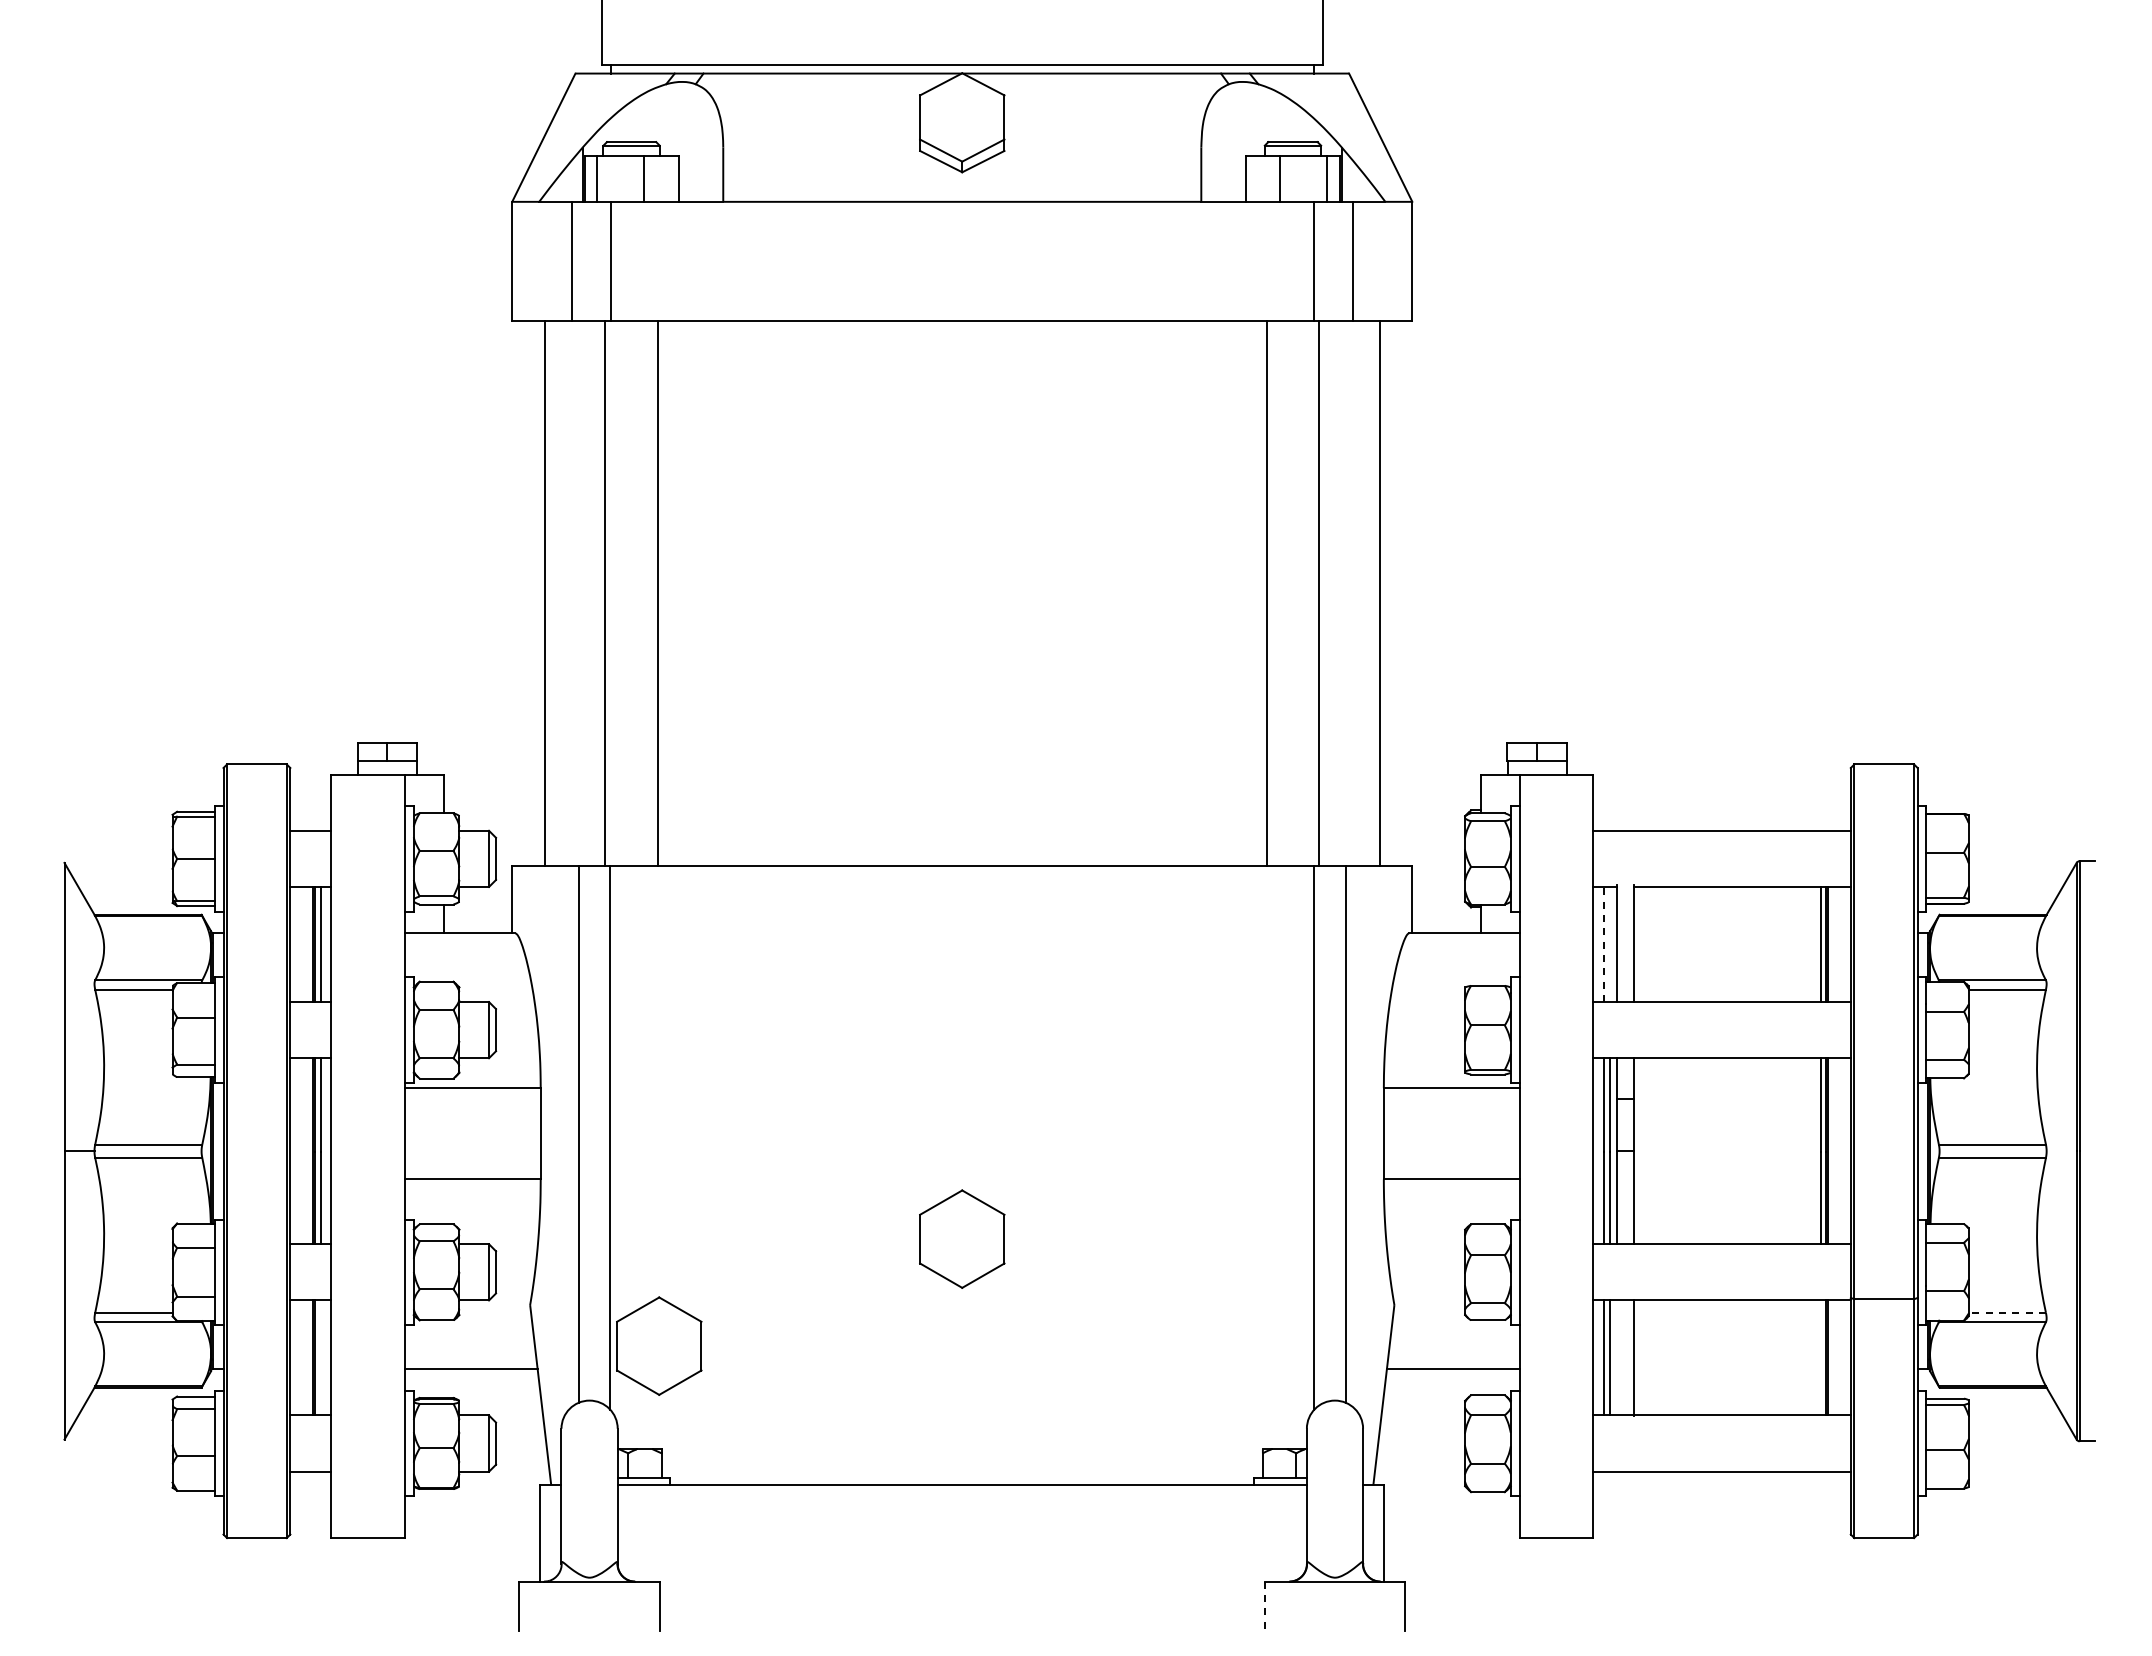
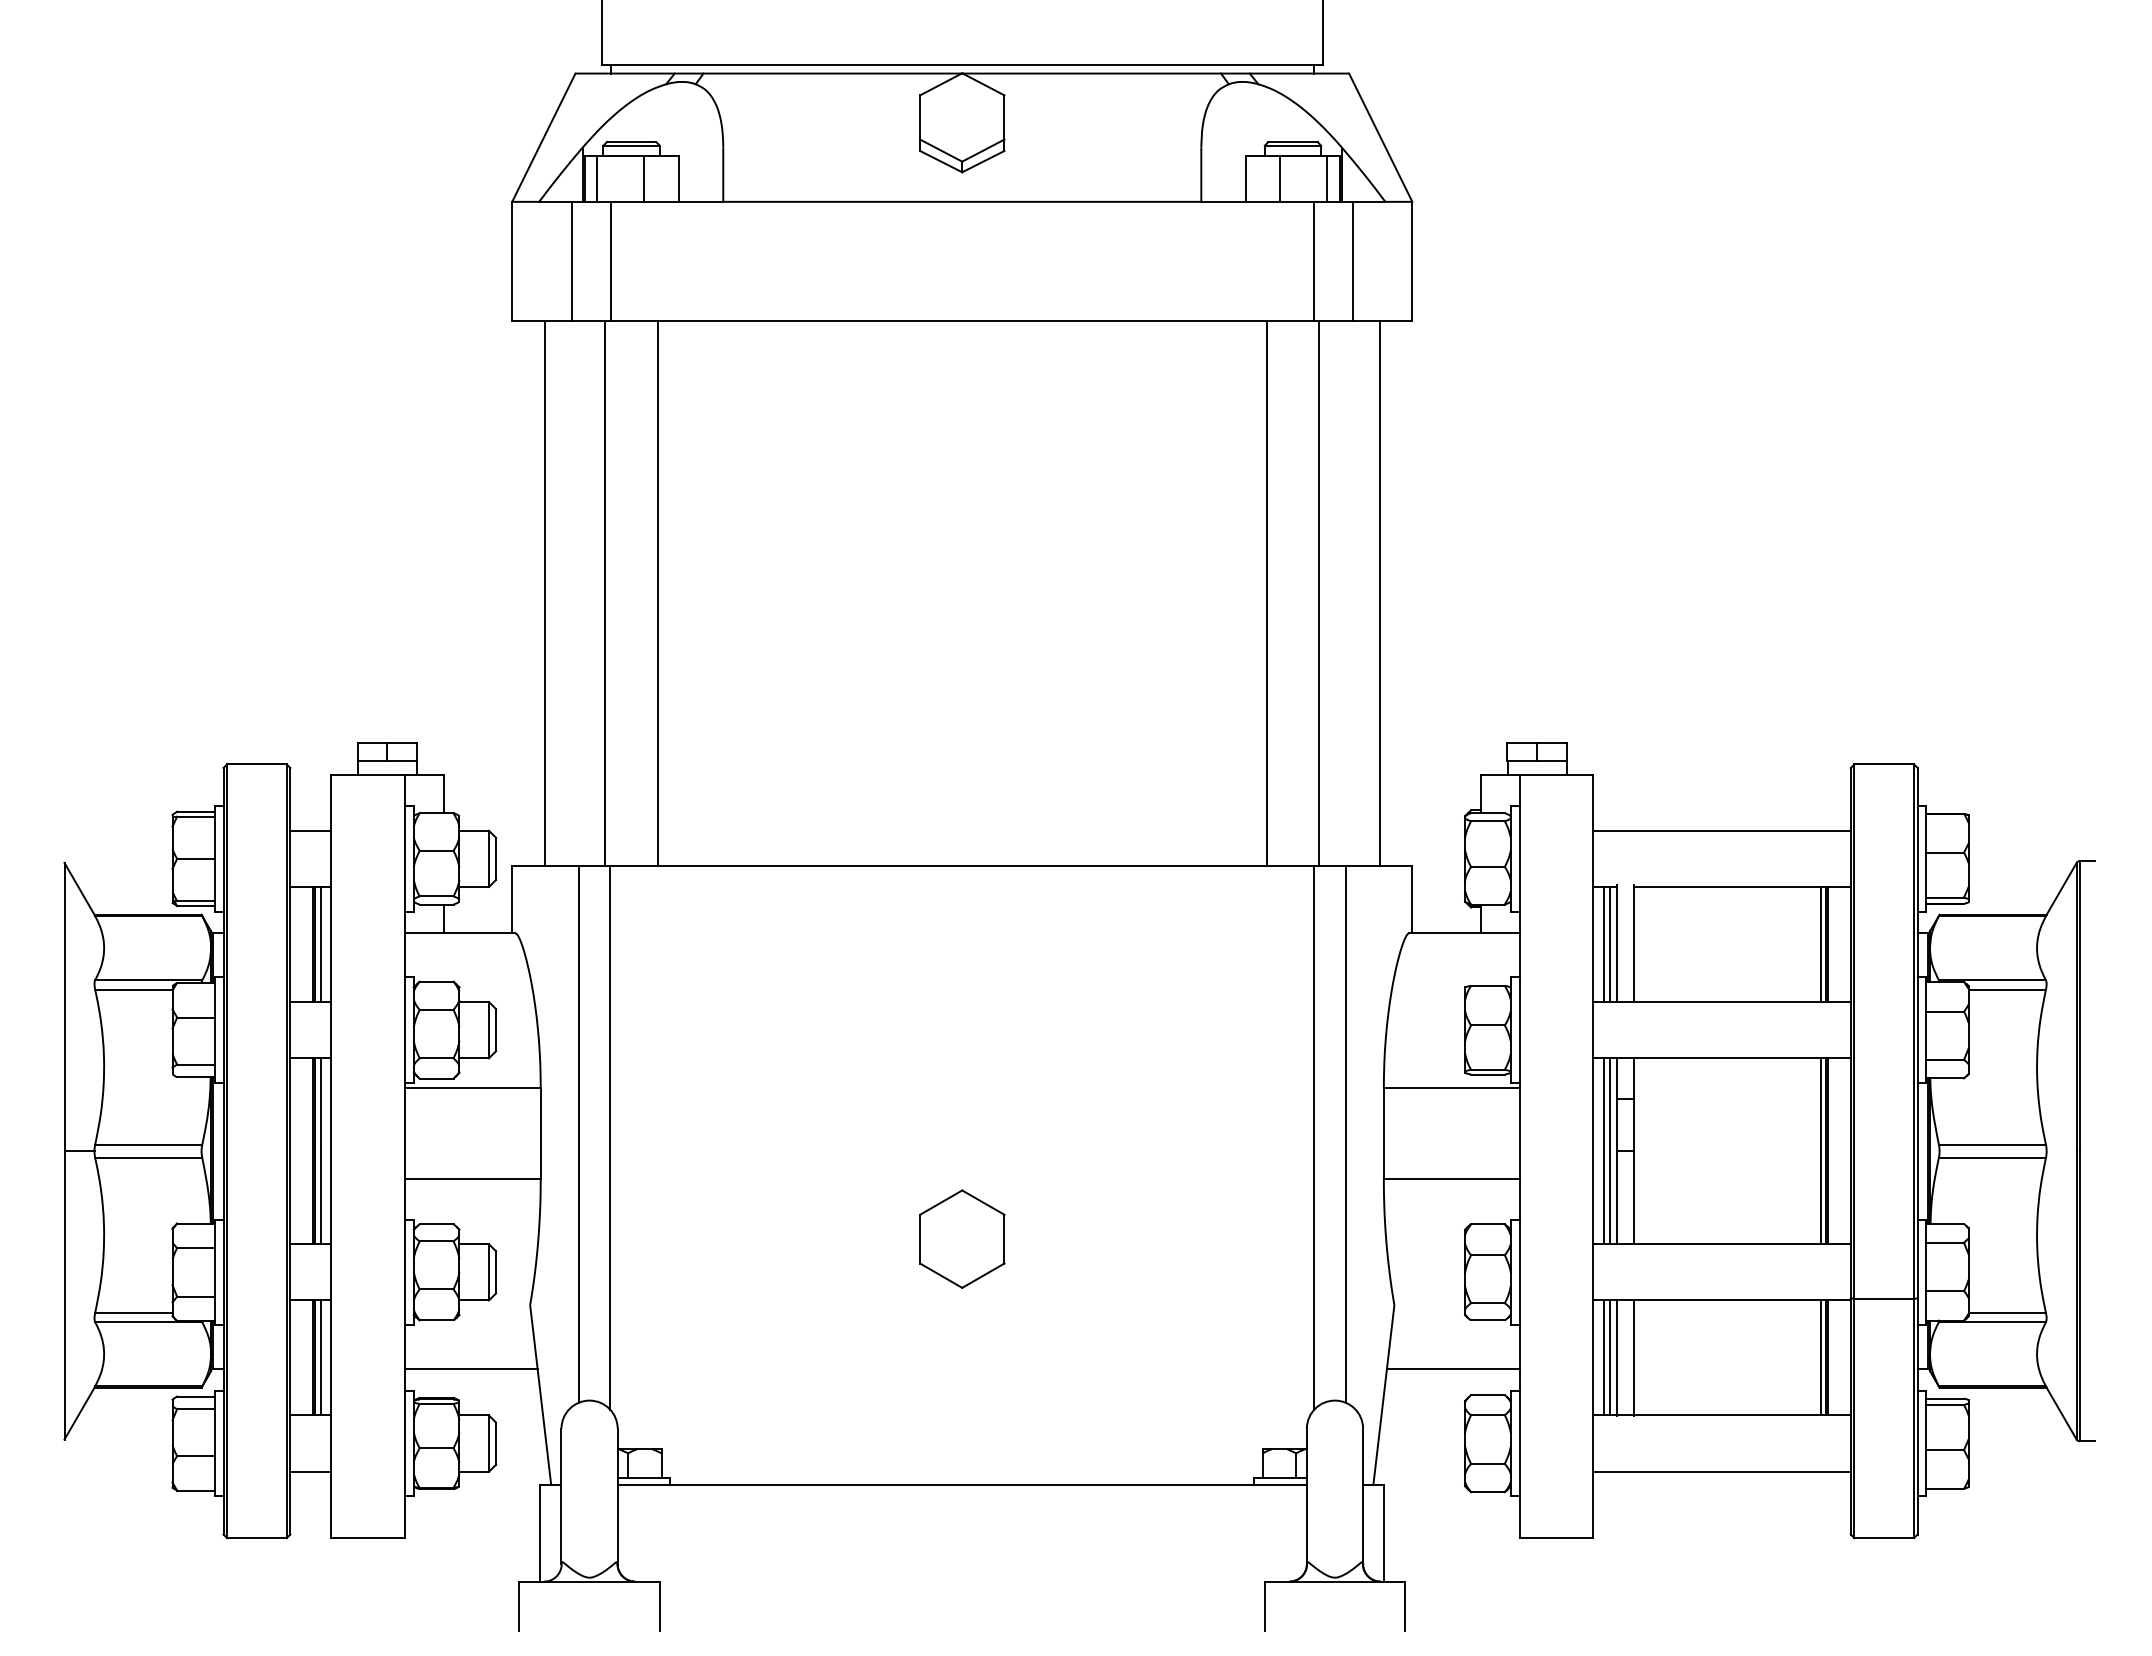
line at (1603, 944): dashed -> solid
line at (1609, 944): none -> present
line at (2007, 1312): dashed -> solid
part at (659, 1345): present -> none
line at (320, 1357): none -> present
line at (1616, 1357): none -> present
line at (1820, 1357): none -> present
line at (1264, 1606): dashed -> solid
